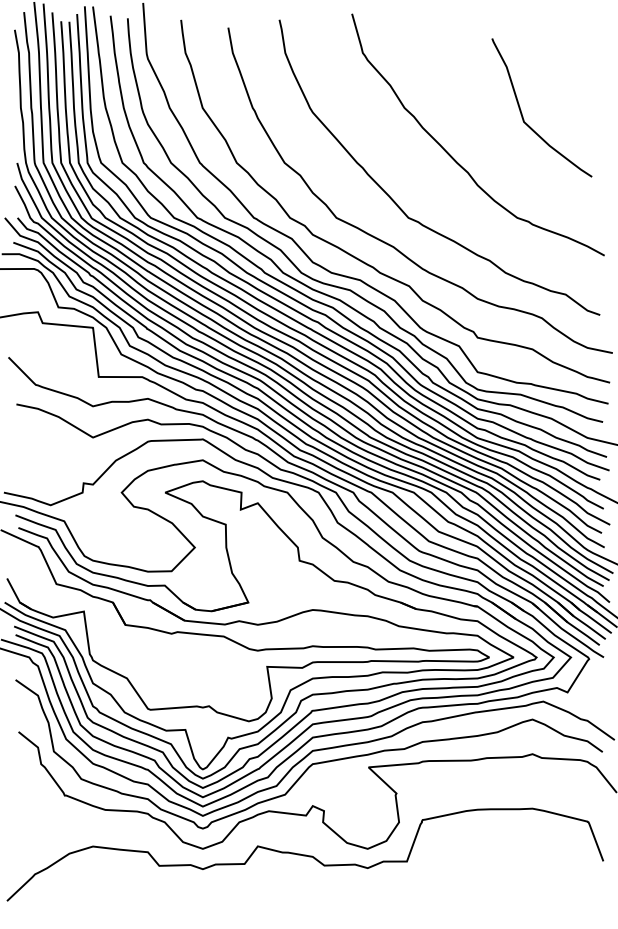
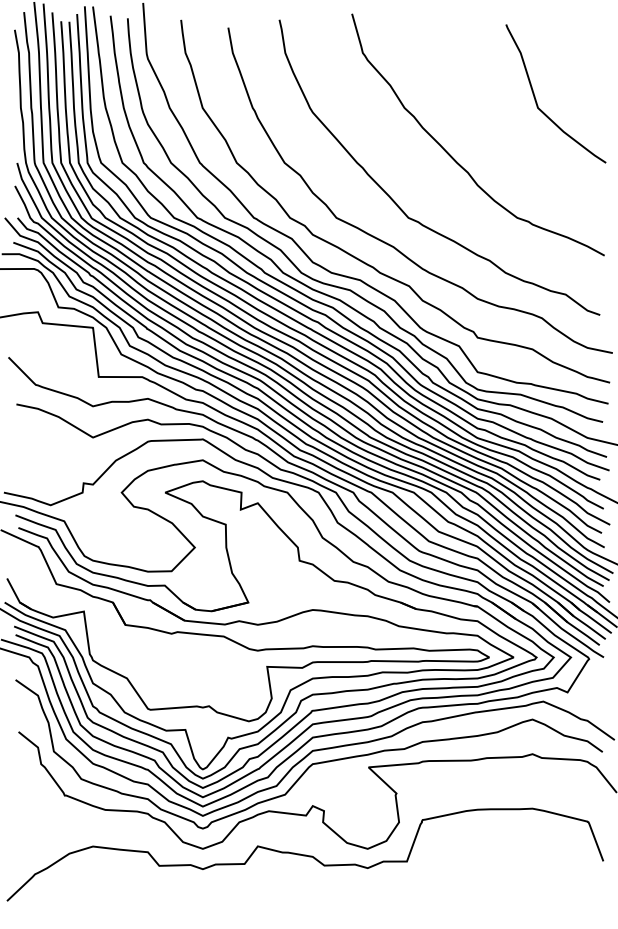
curve at (522, 113) position: (522, 113) -> (536, 99)
